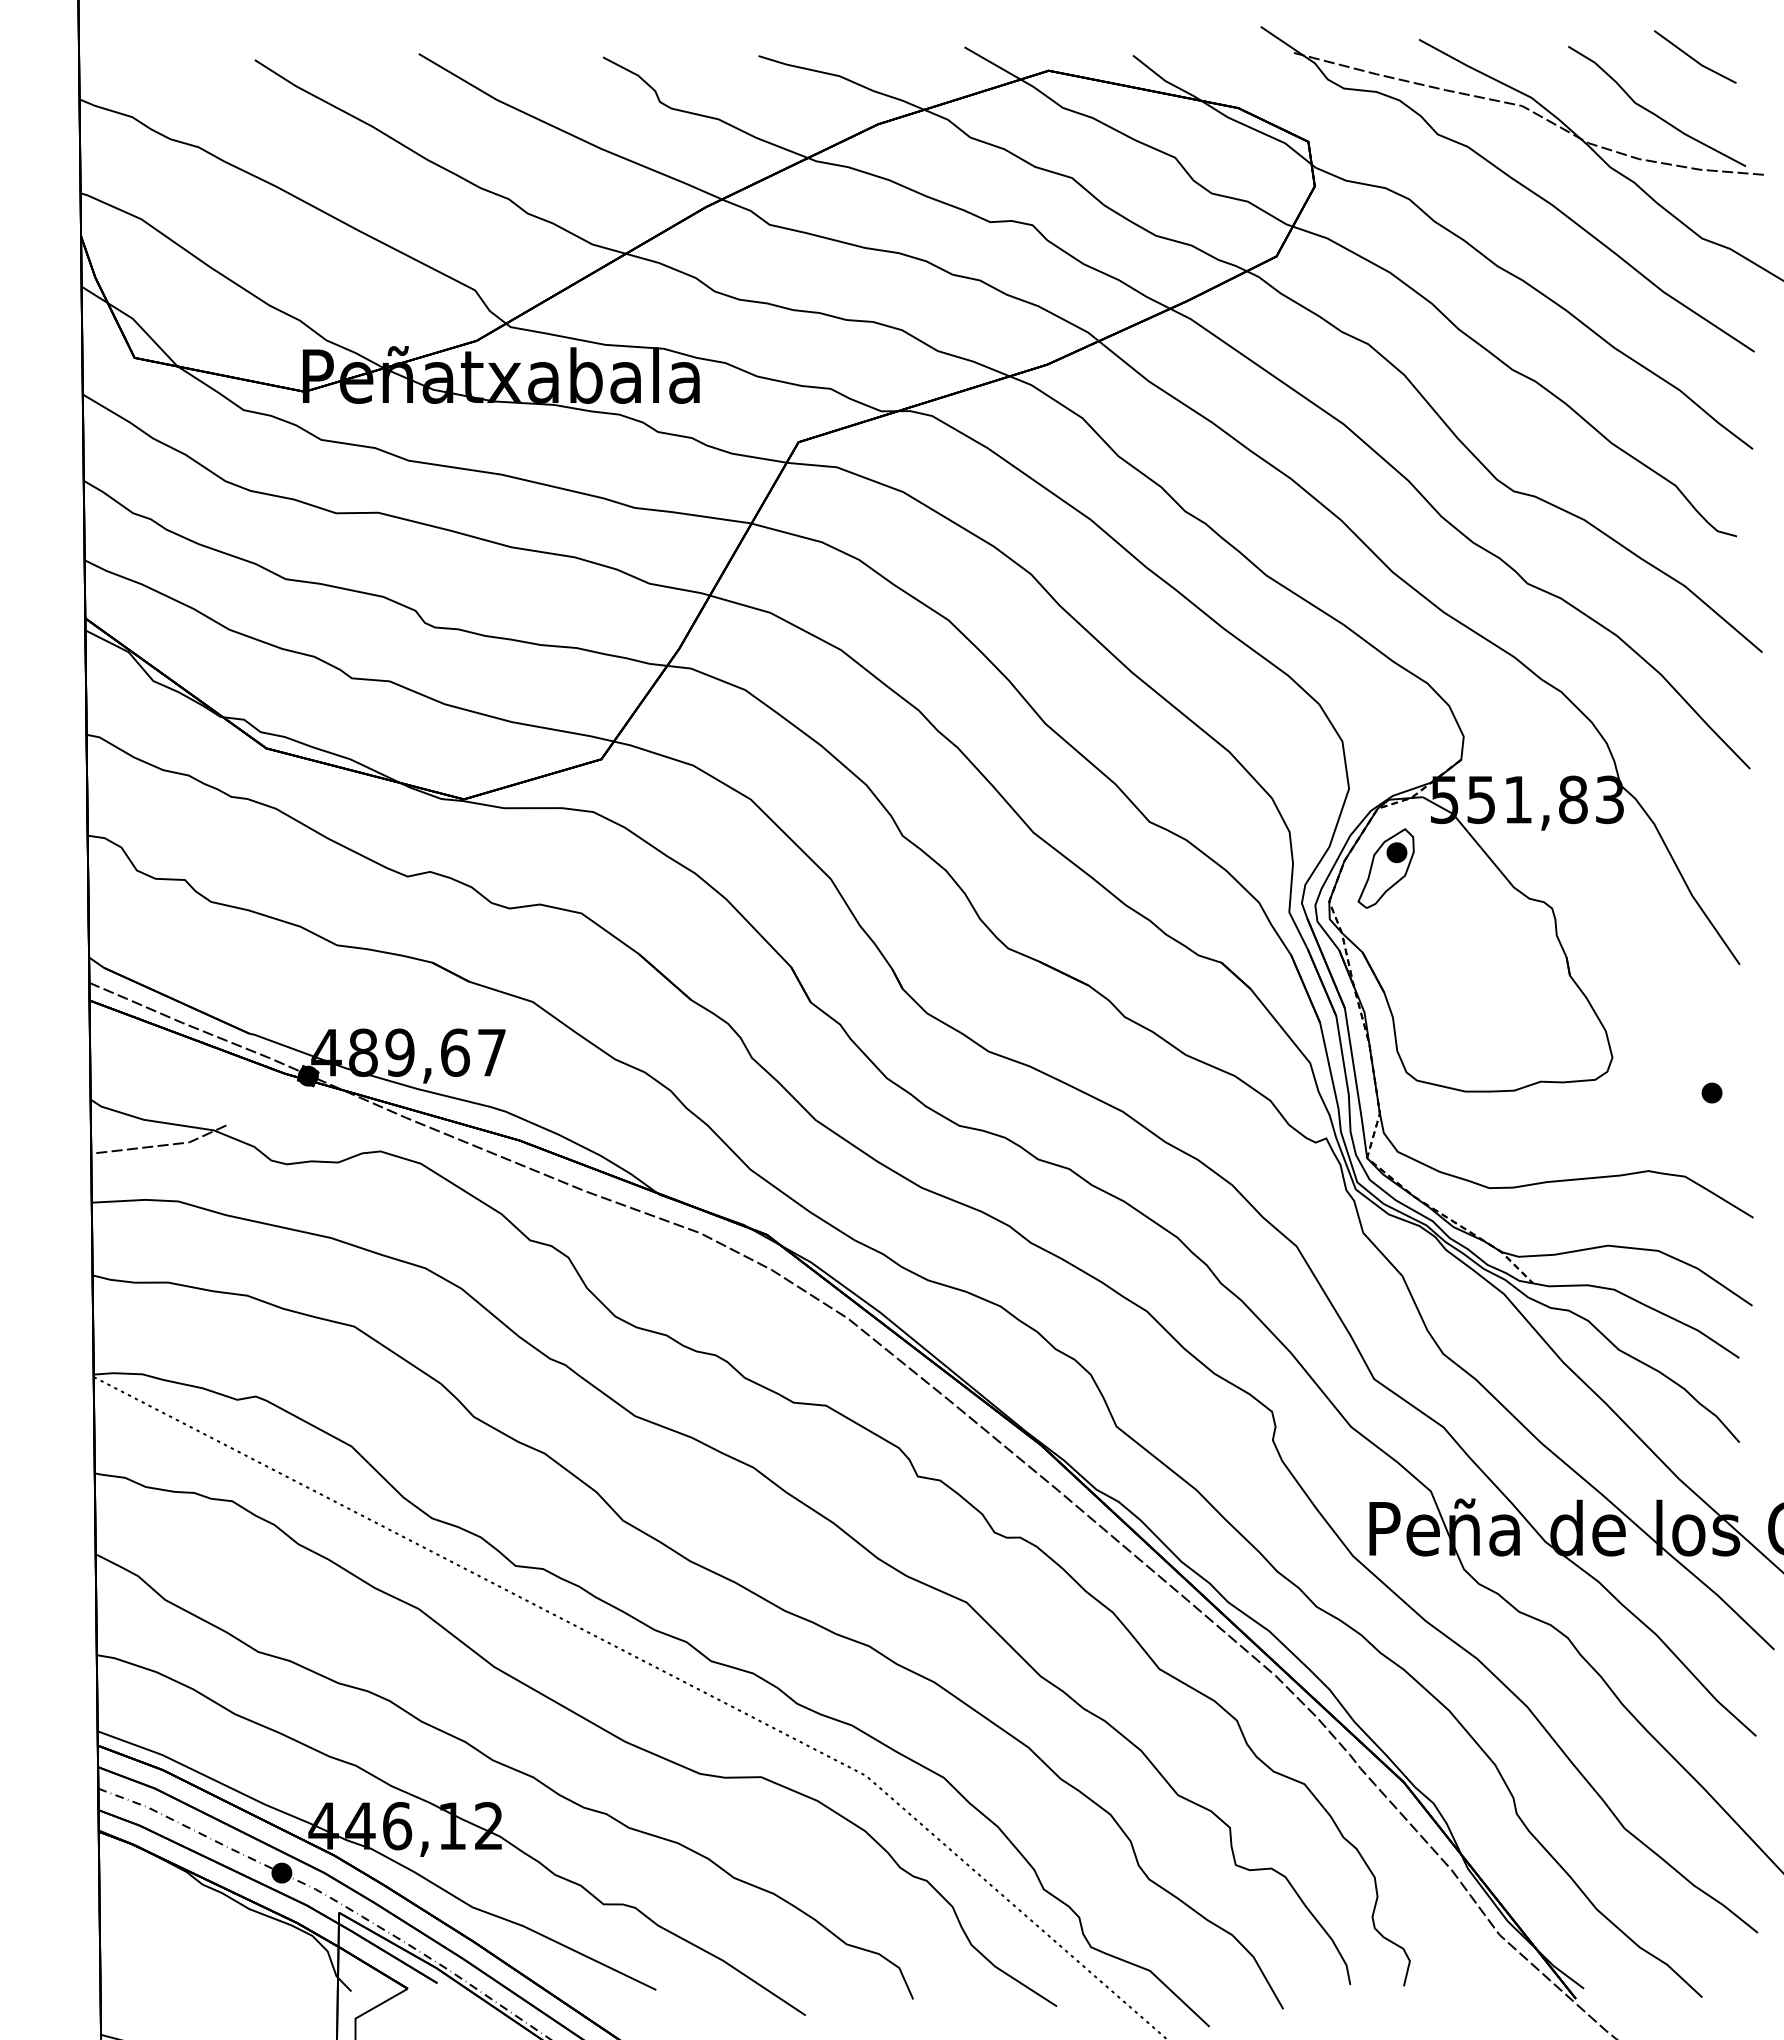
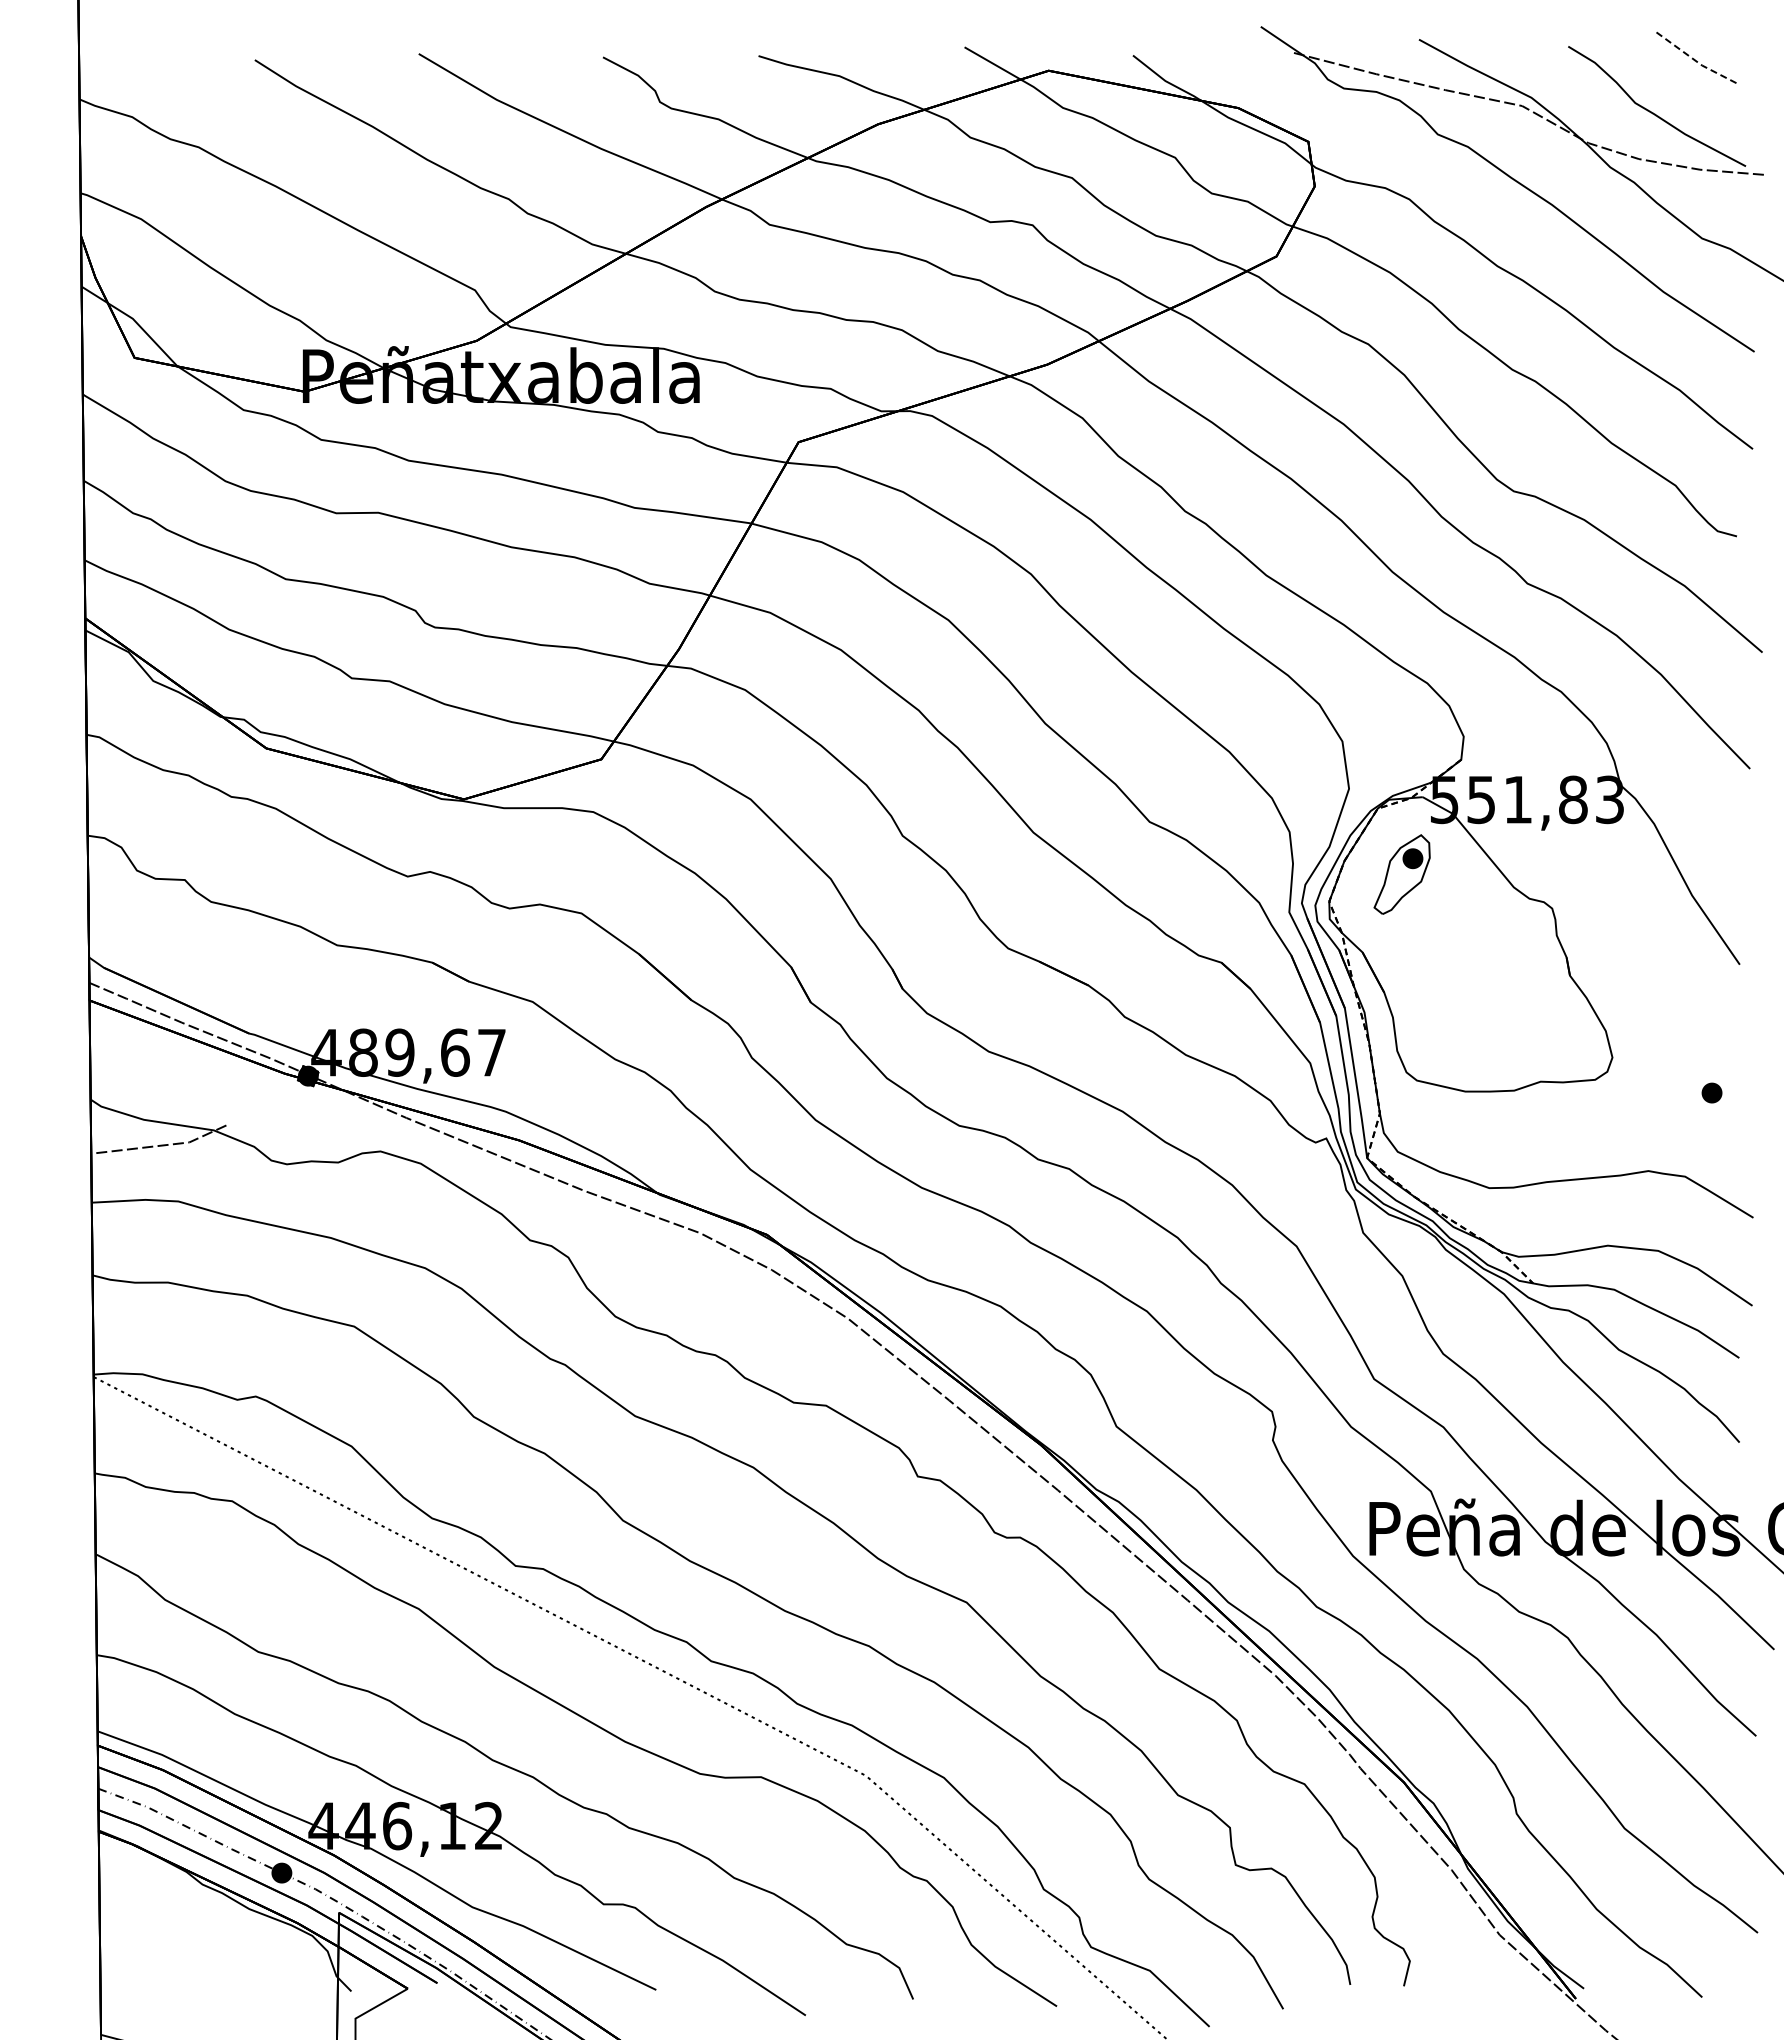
line at (1694, 59): solid -> dashed
part at (1385, 868) position: (1385, 868) -> (1401, 874)
